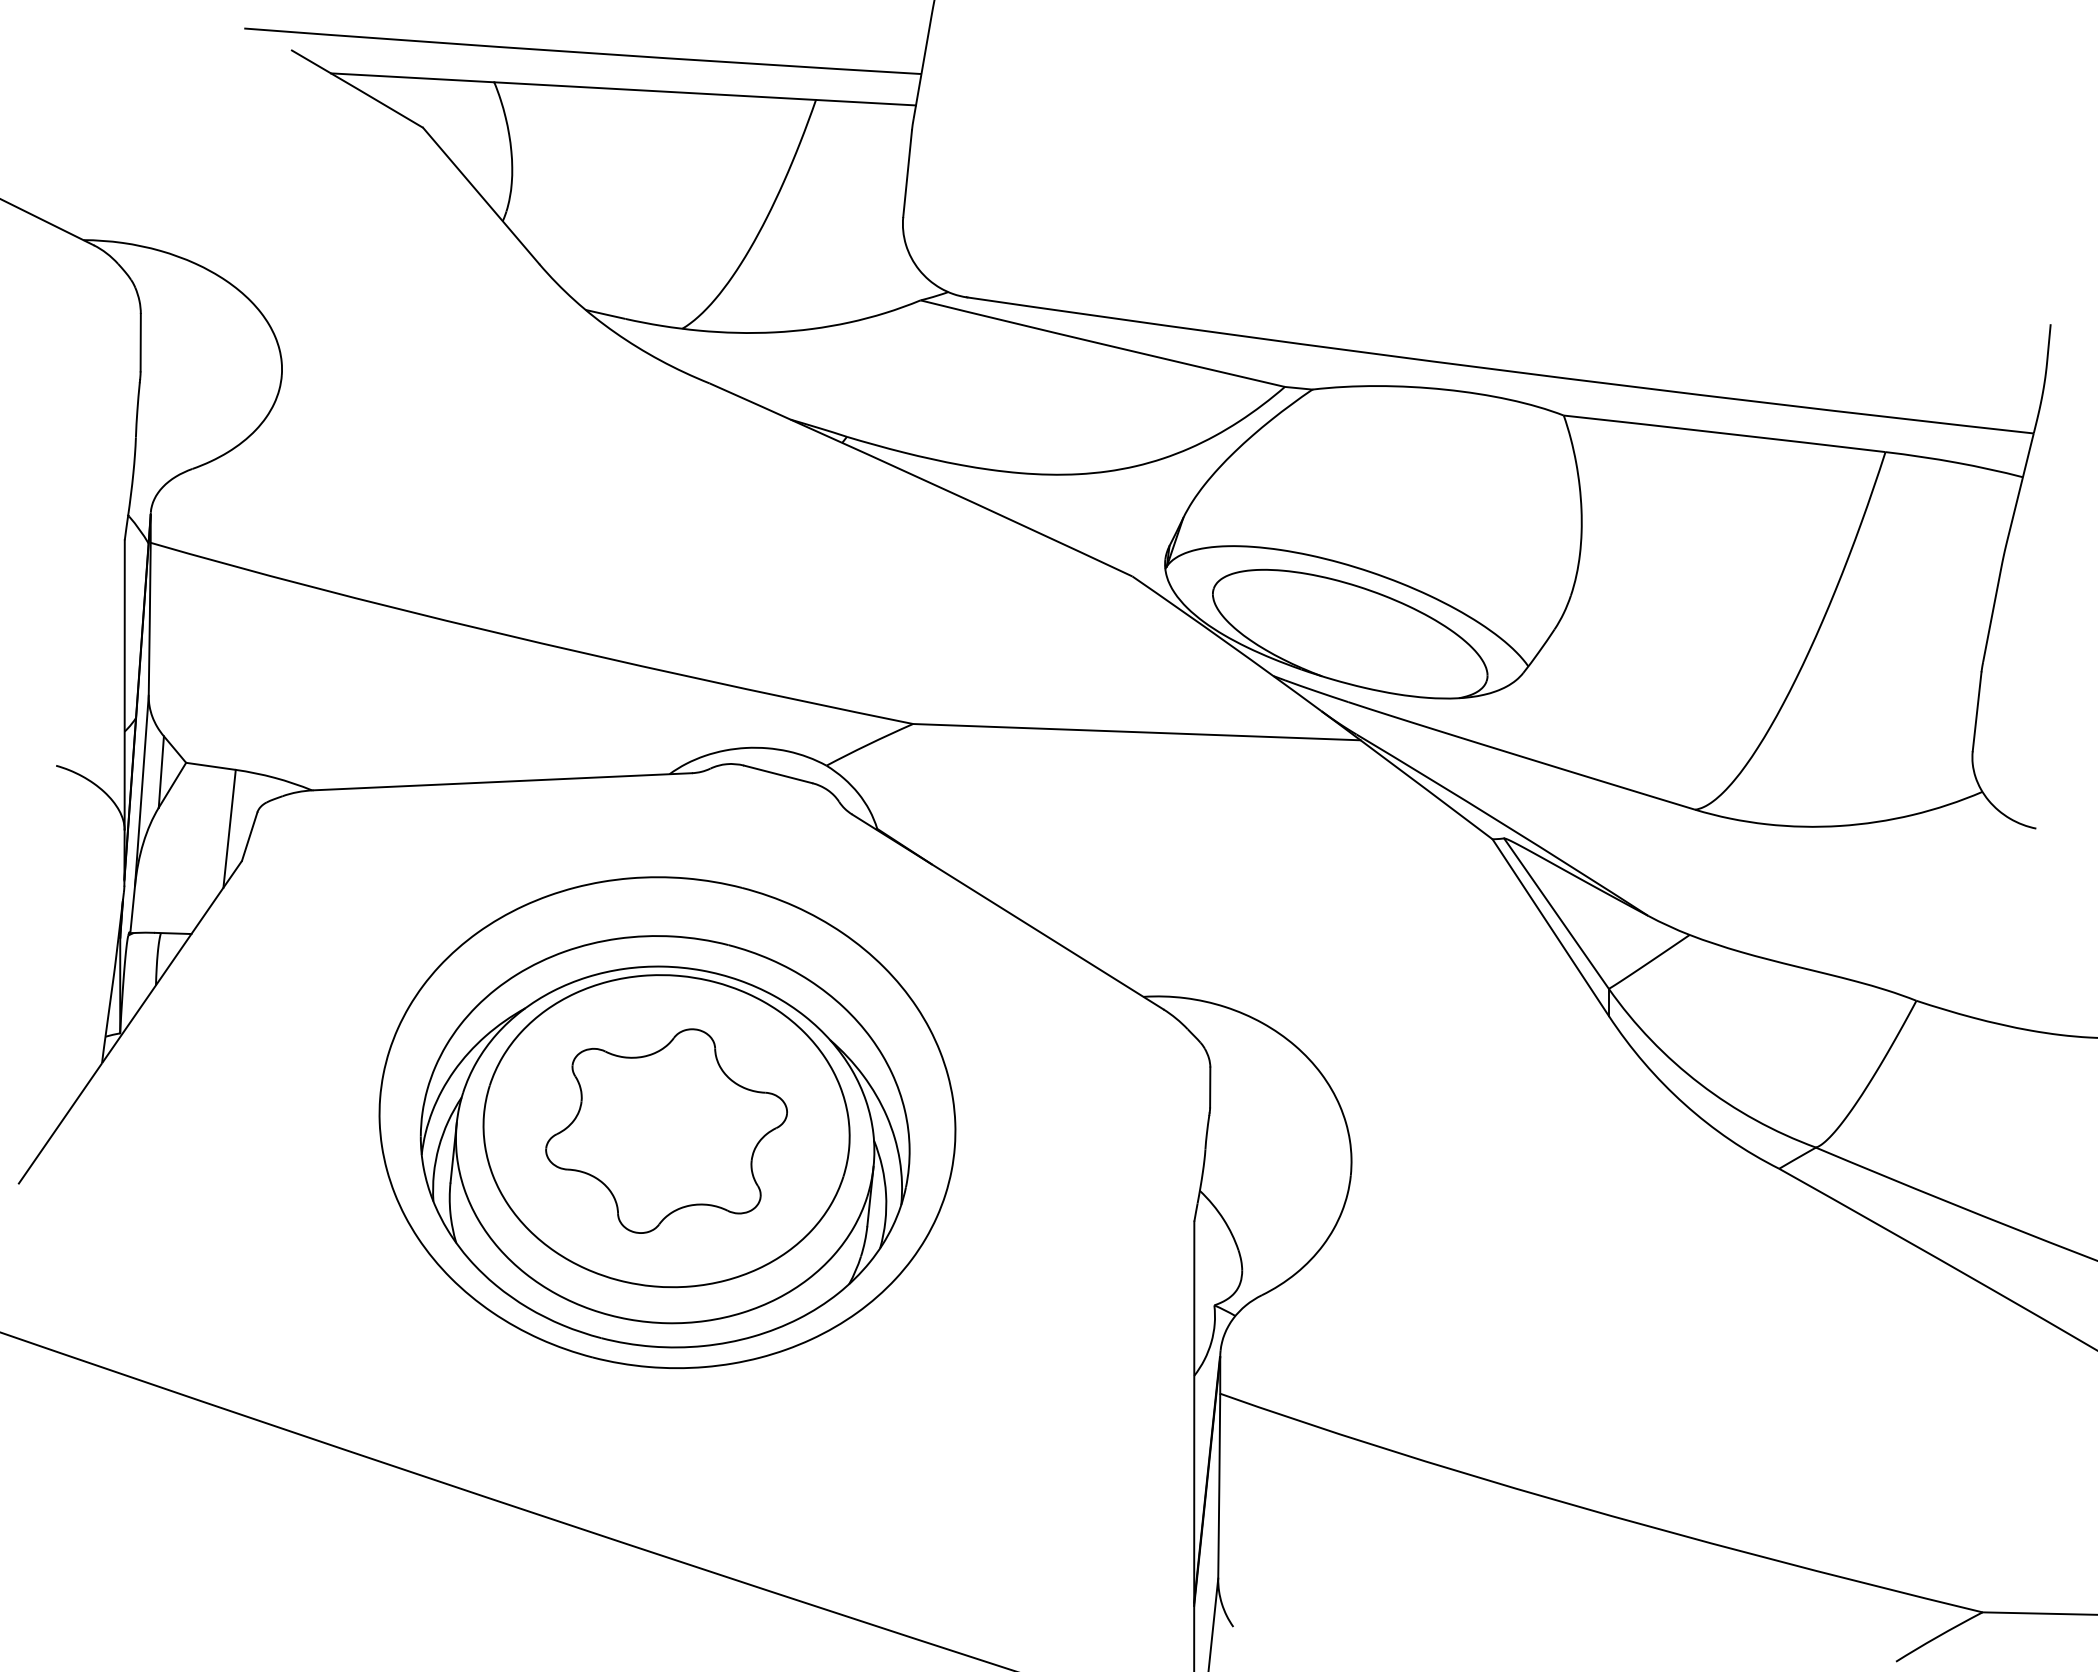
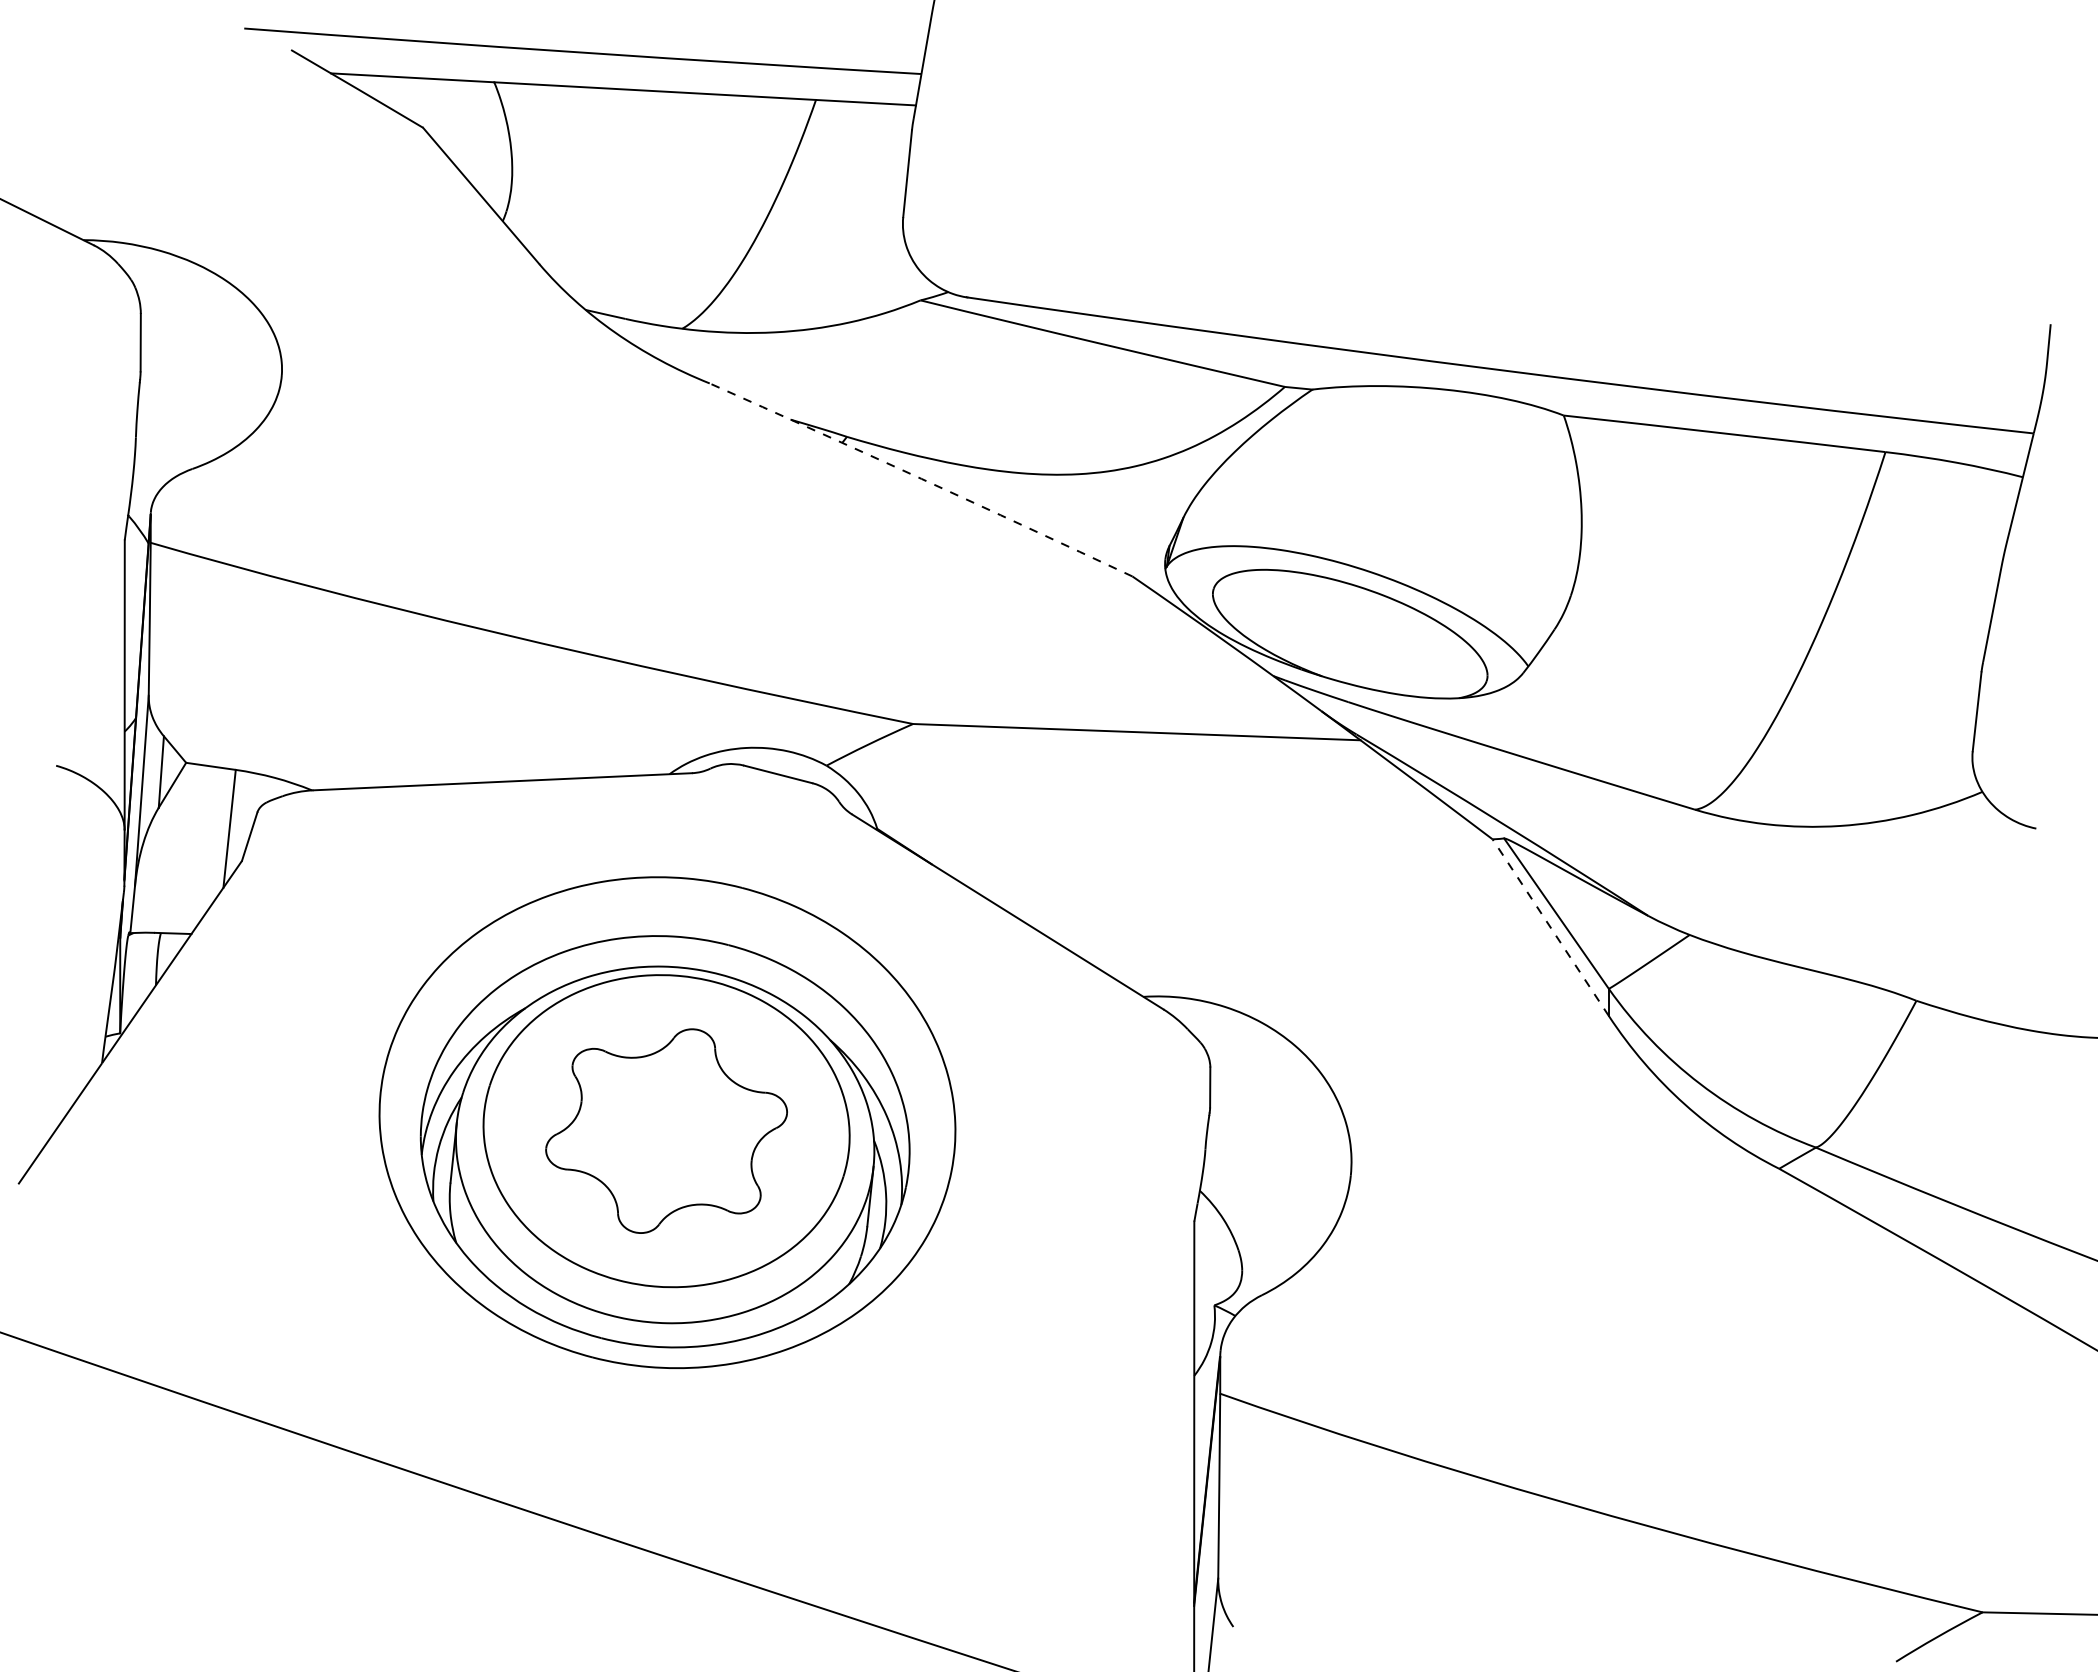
arc at (921, 478): solid -> dashed
line at (1550, 927): solid -> dashed
